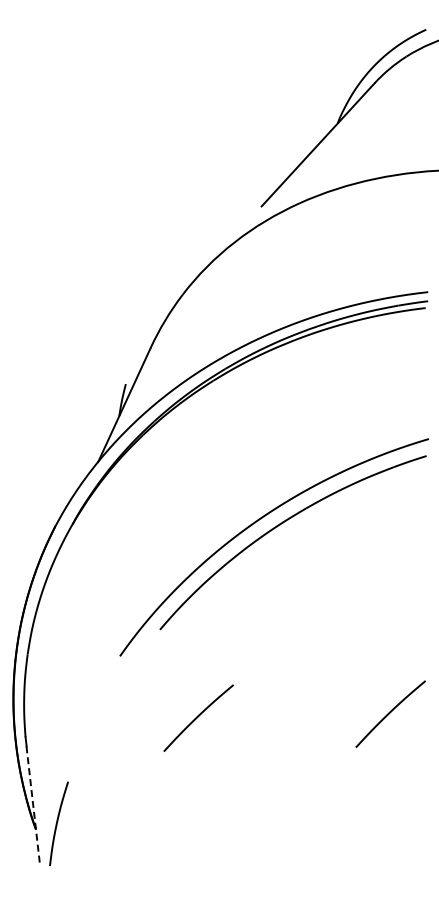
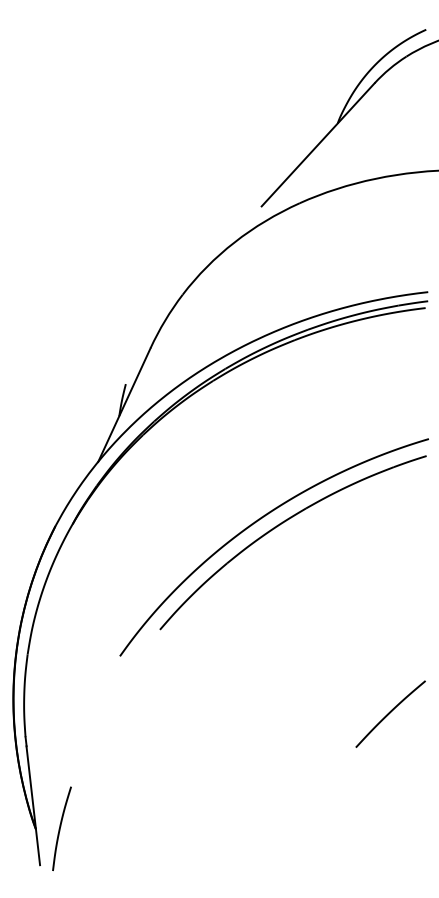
curve at (198, 717): present -> none
line at (33, 805): dashed -> solid
curve at (57, 823) position: (57, 823) -> (60, 828)
